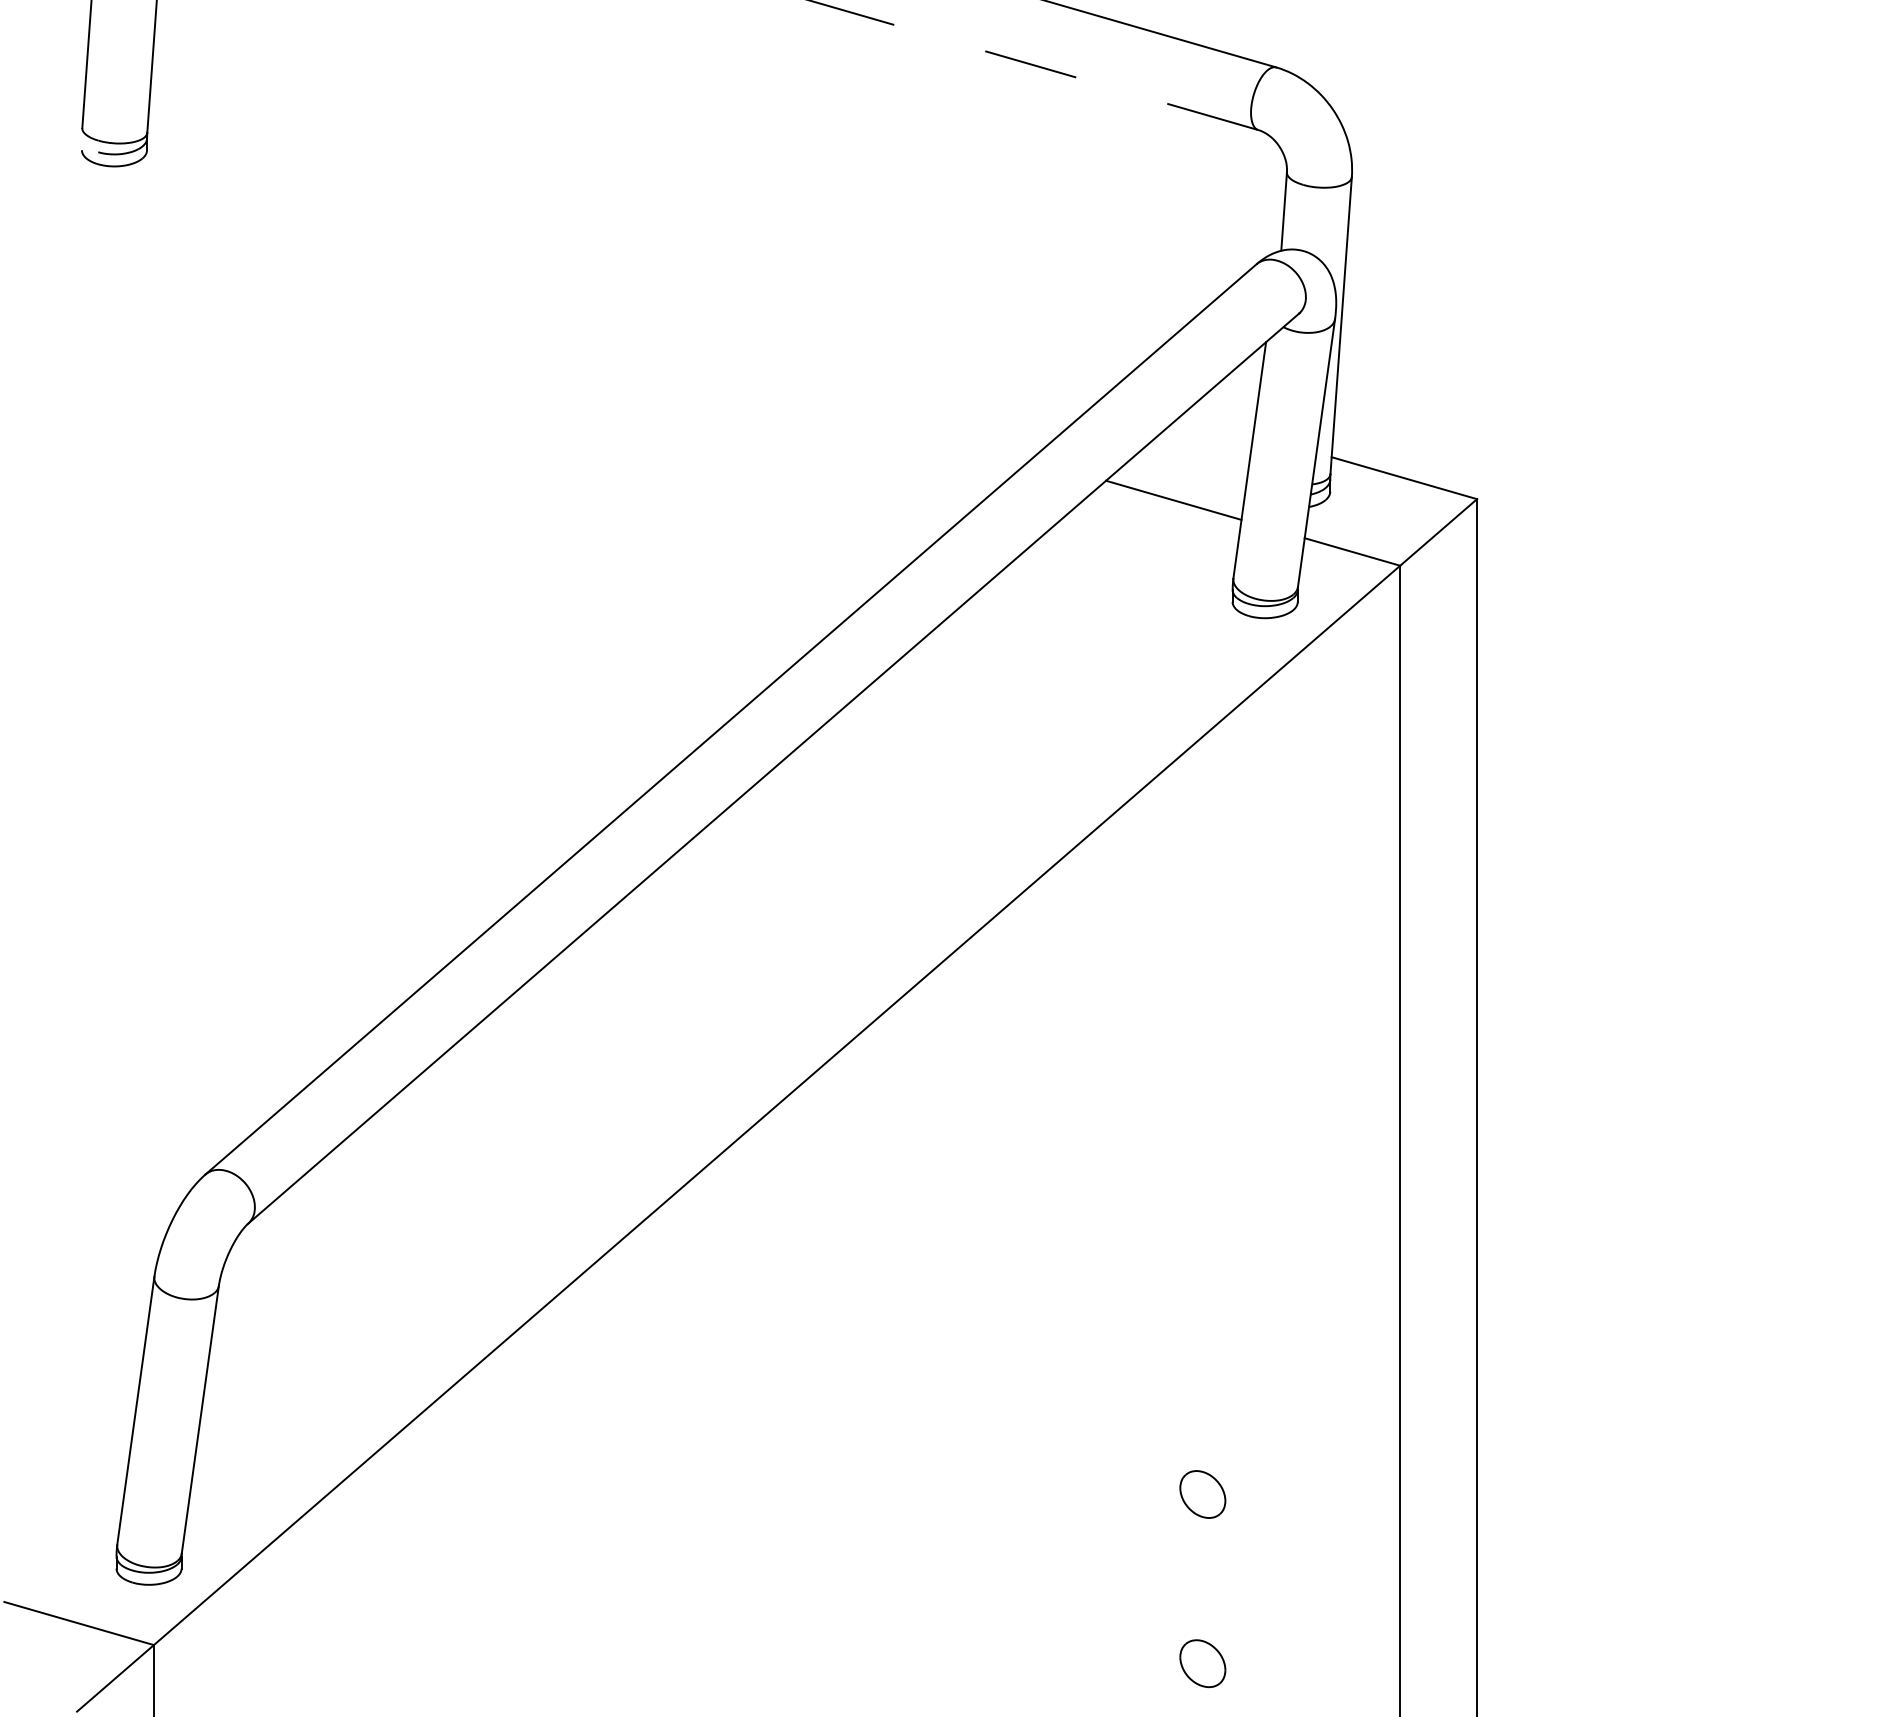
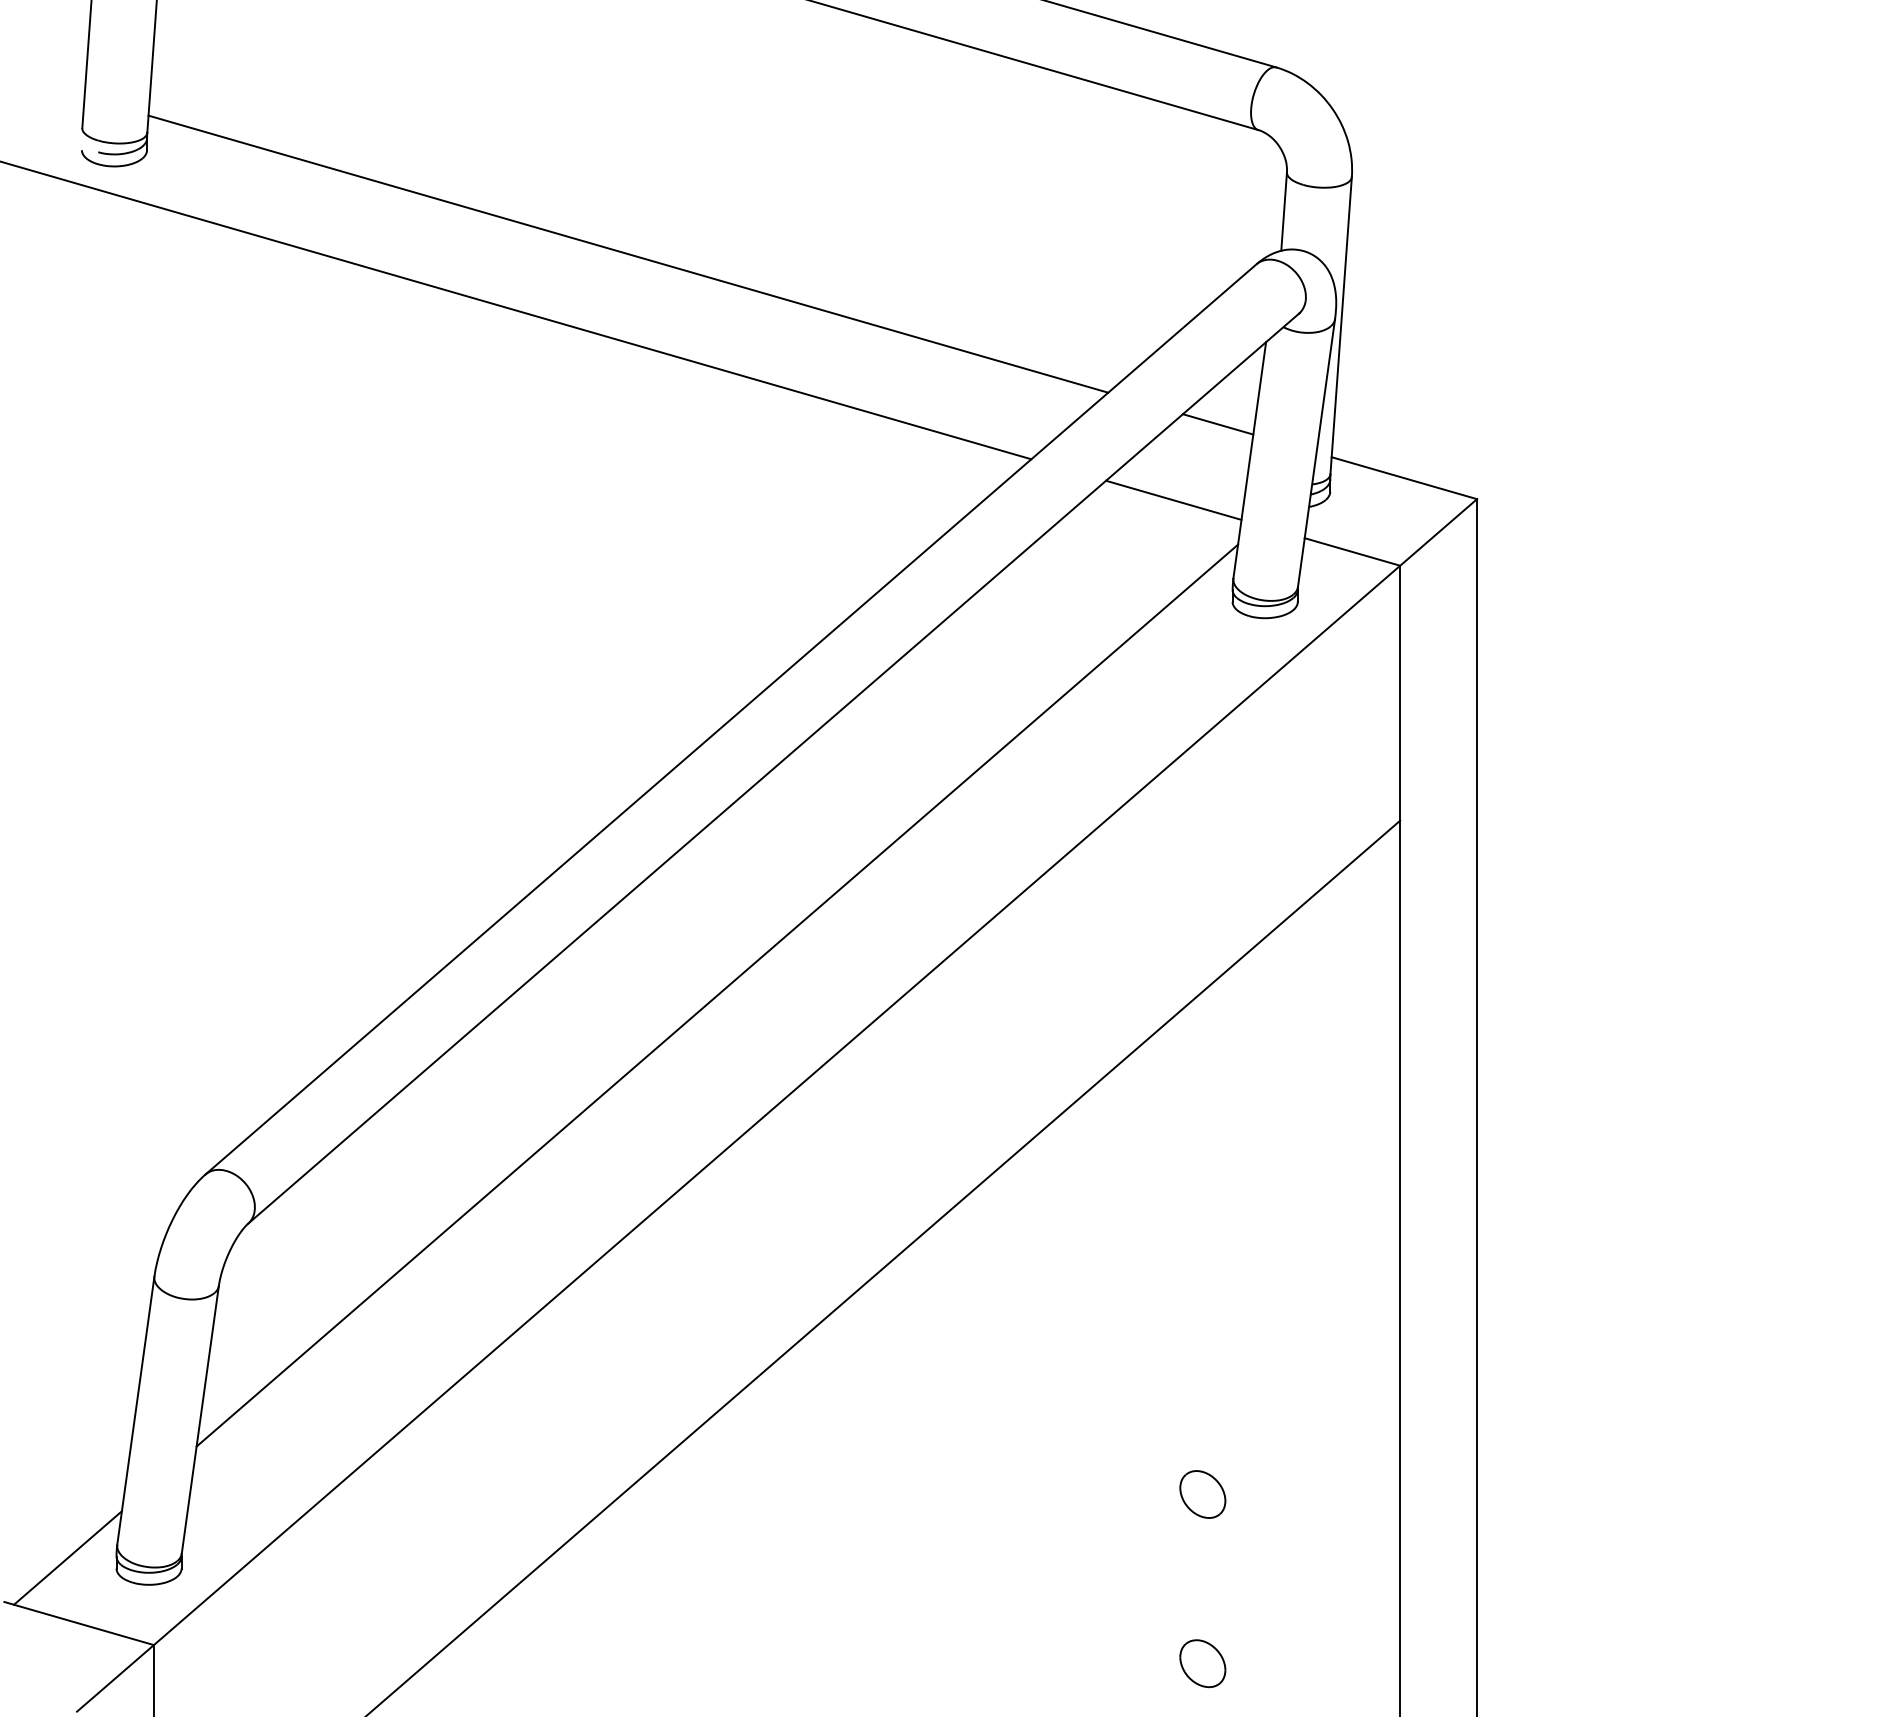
line at (1032, 64): dashed -> solid
line at (628, 253): none -> present
line at (516, 310): none -> present
line at (1217, 424): none -> present
line at (717, 995): none -> present
line at (884, 1266): none -> present
line at (67, 1557): none -> present
